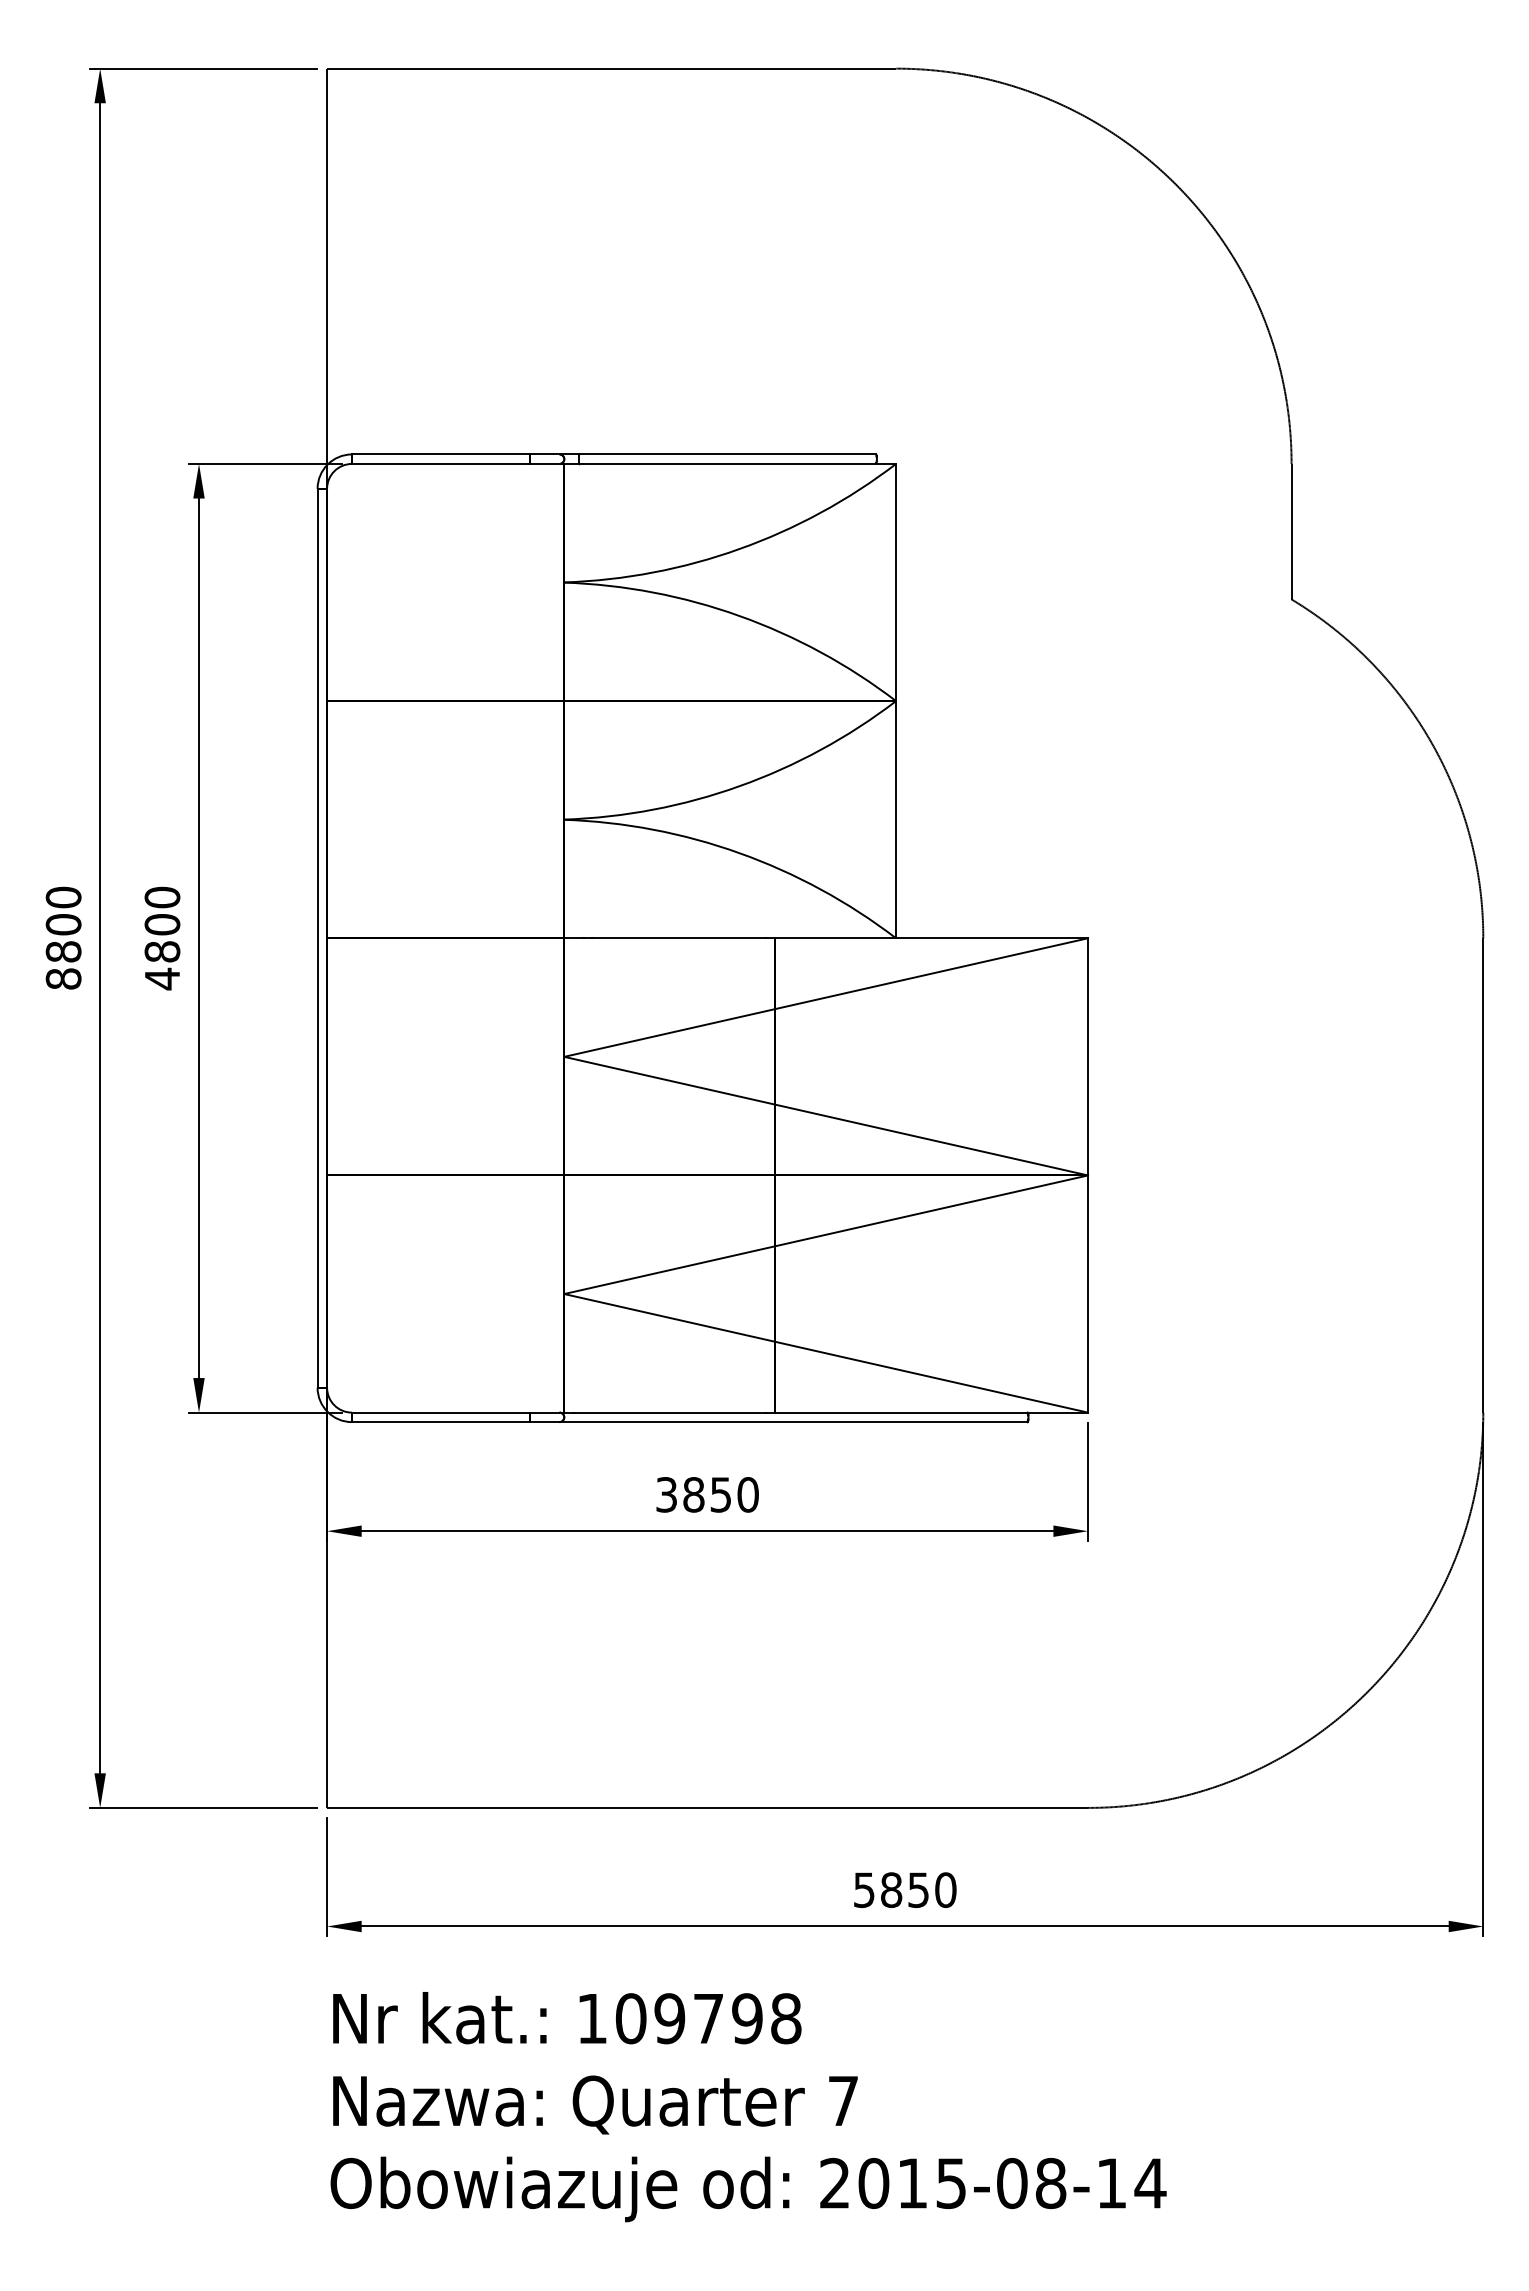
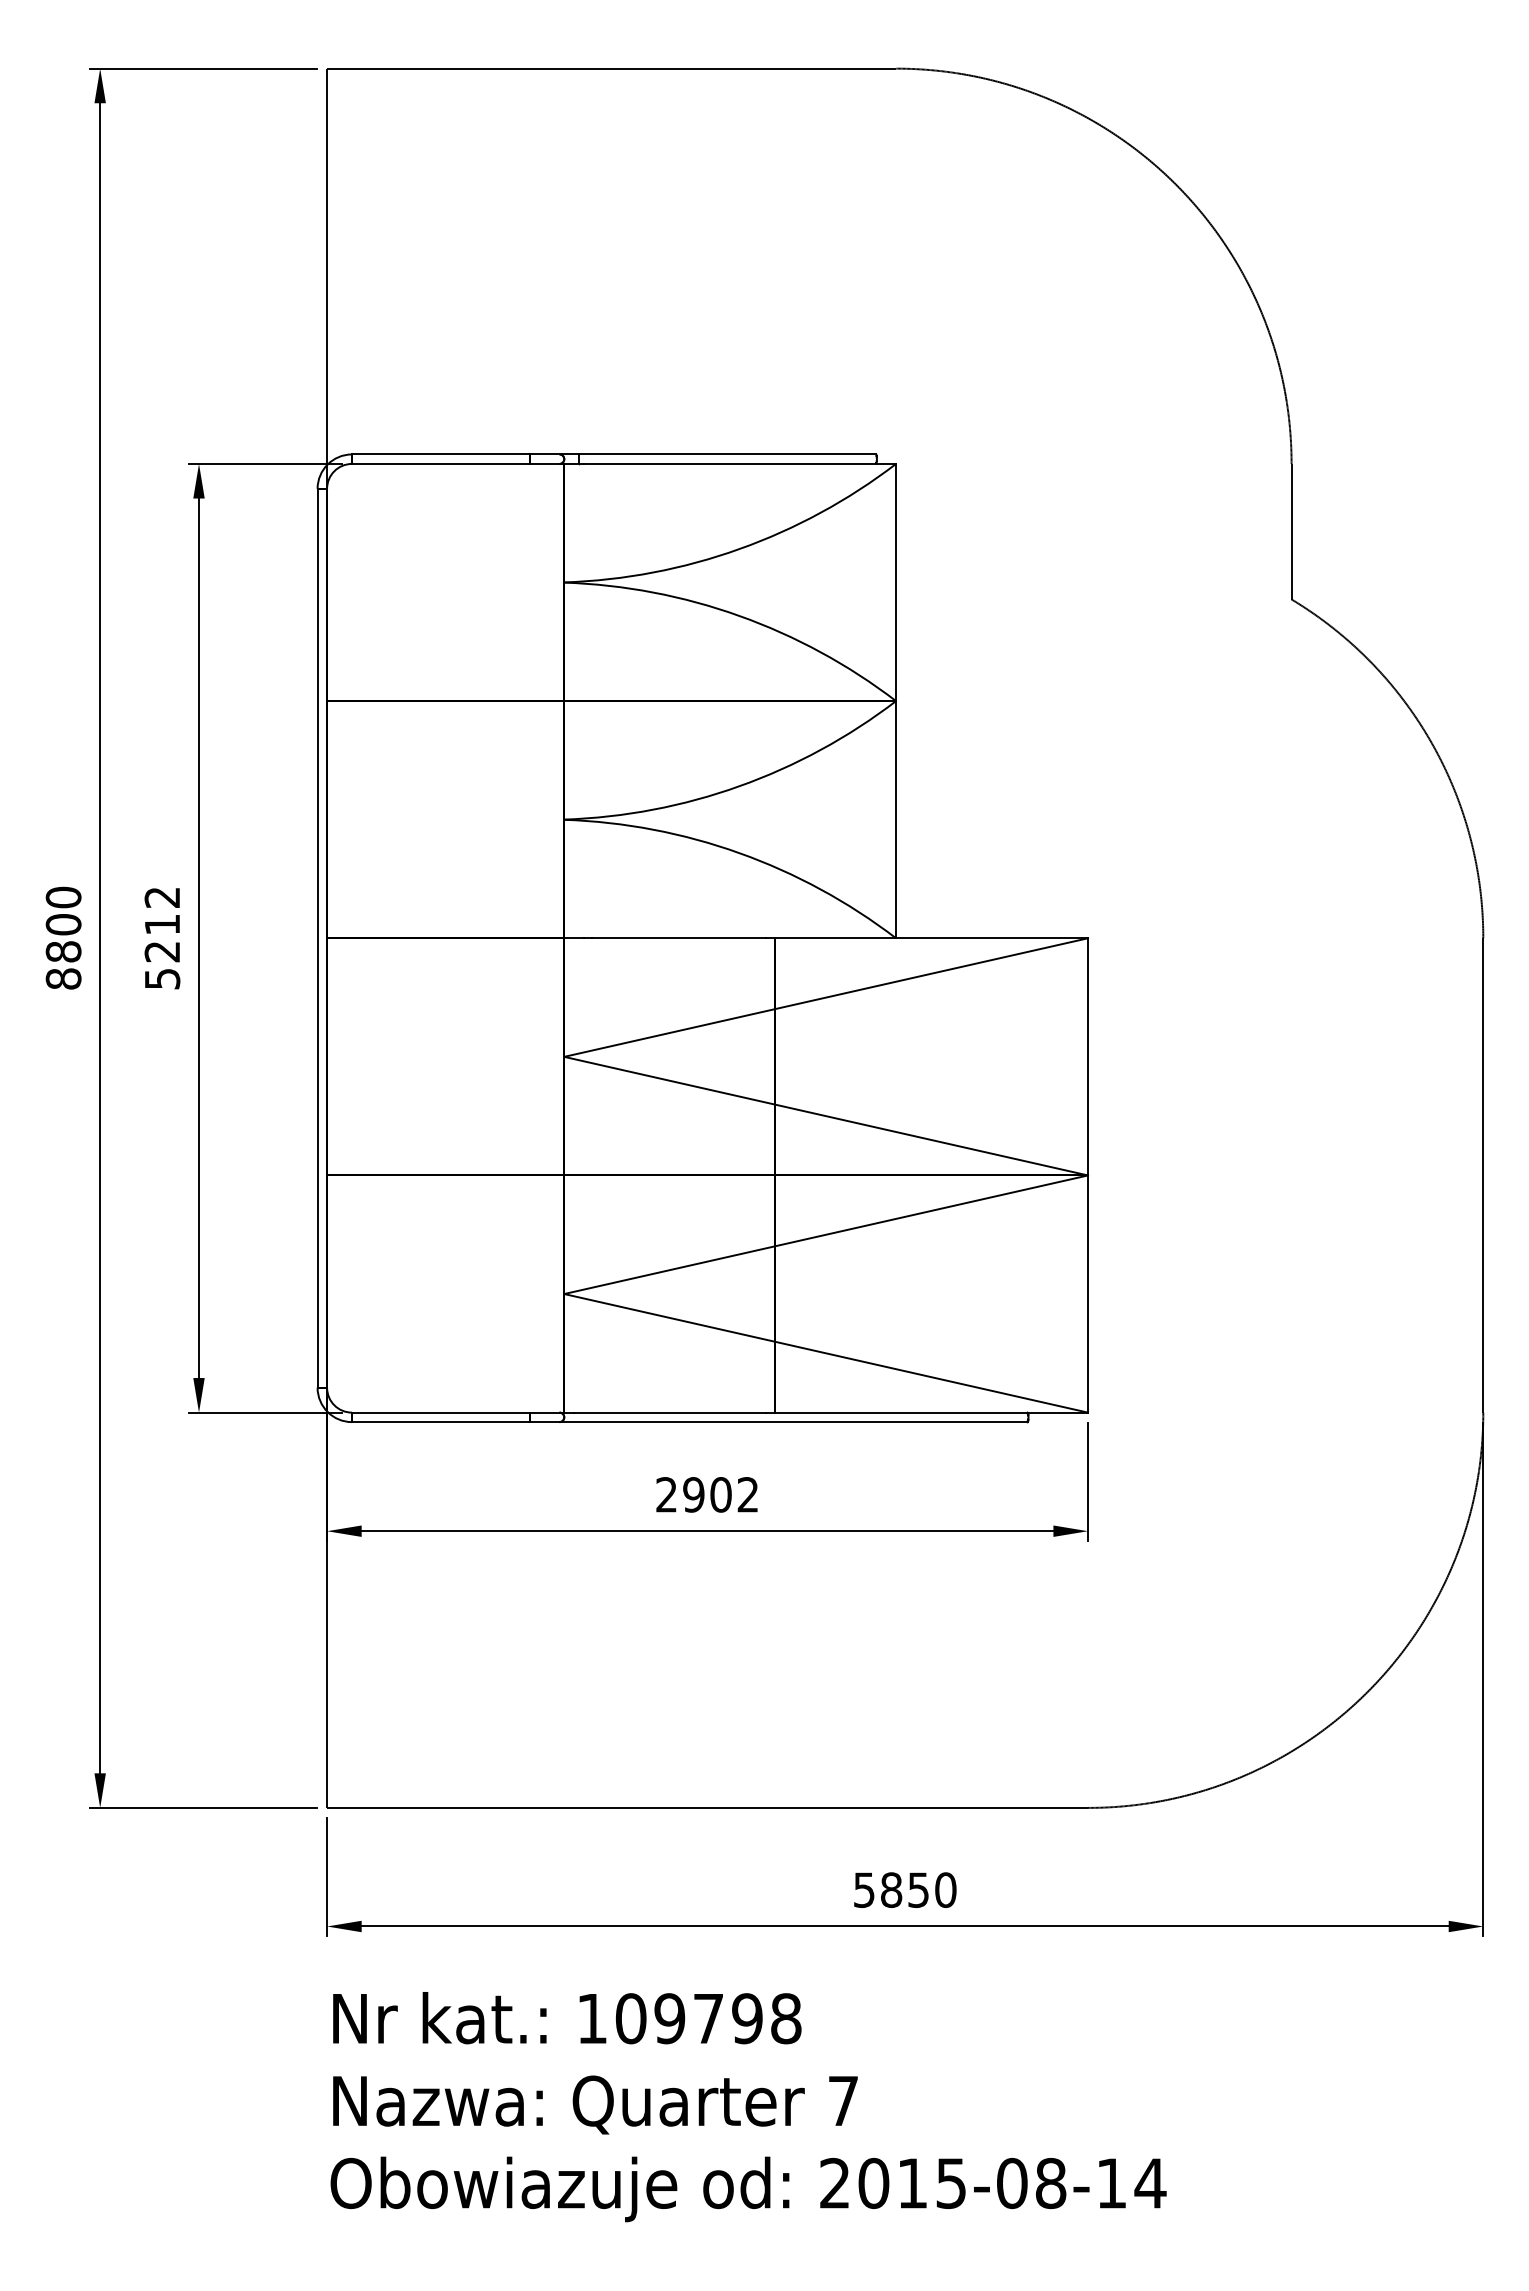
text at (162, 938): 4800 -> 5212
text at (707, 1494): 3850 -> 2902
